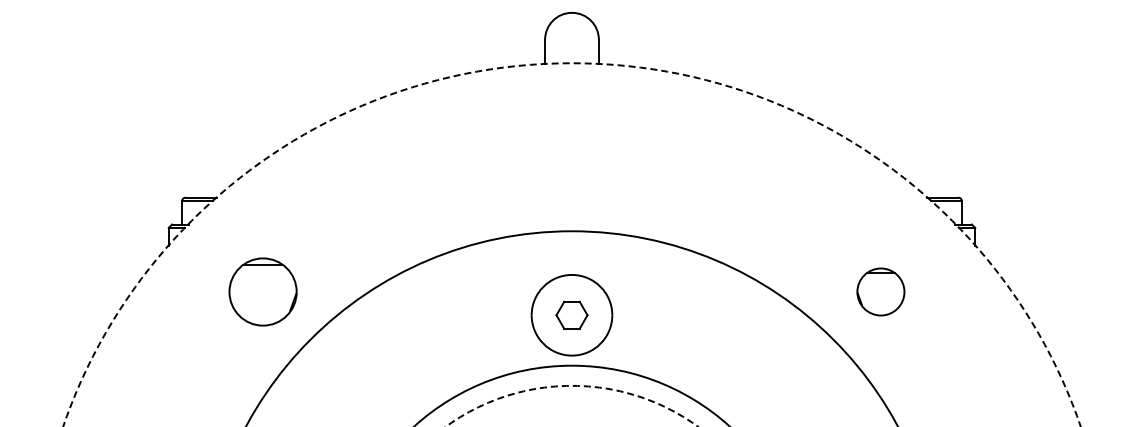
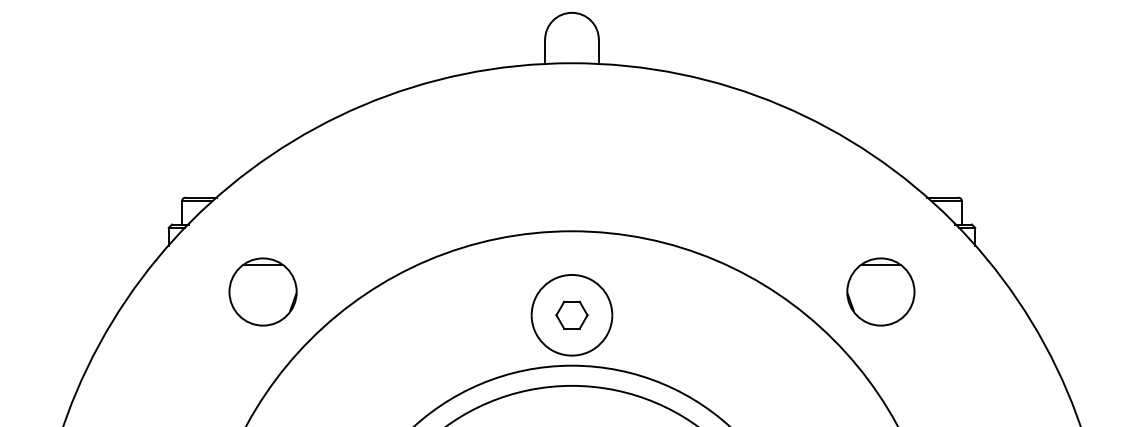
arc at (572, 63): dashed -> solid
part at (880, 291) size: 50x50 px -> 70x70 px
arc at (572, 385): dashed -> solid
